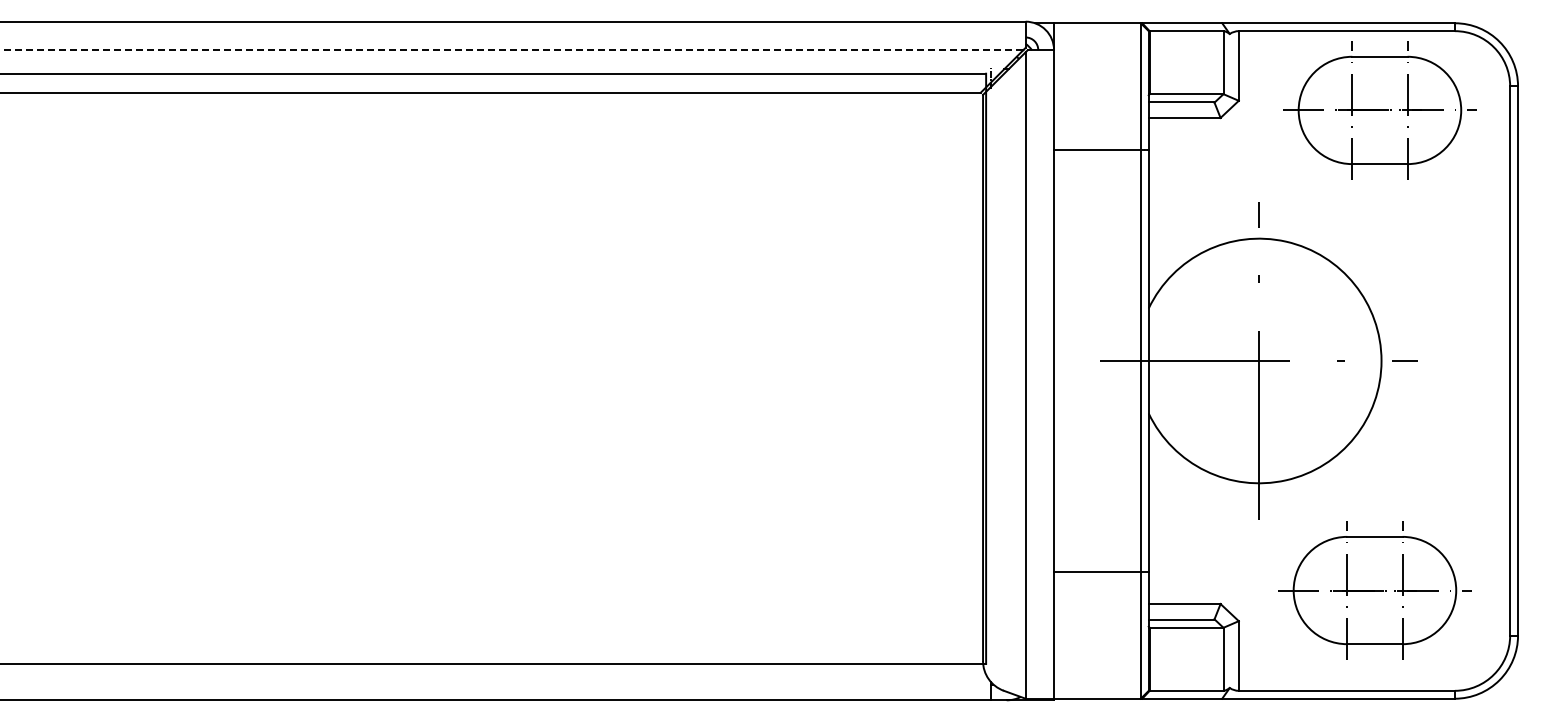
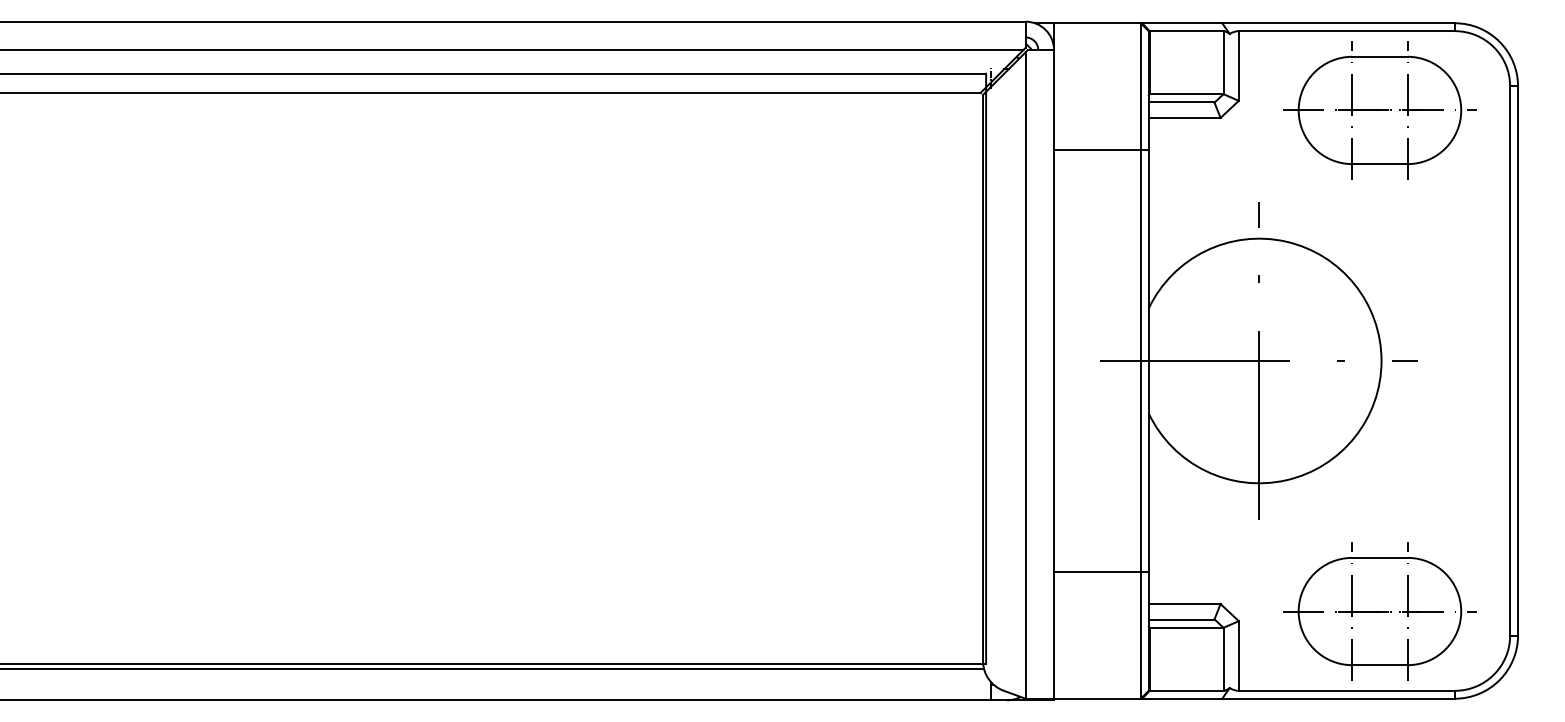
line at (511, 50): dashed -> solid
part at (1374, 590) position: (1374, 590) -> (1379, 611)
line at (492, 668): none -> present
